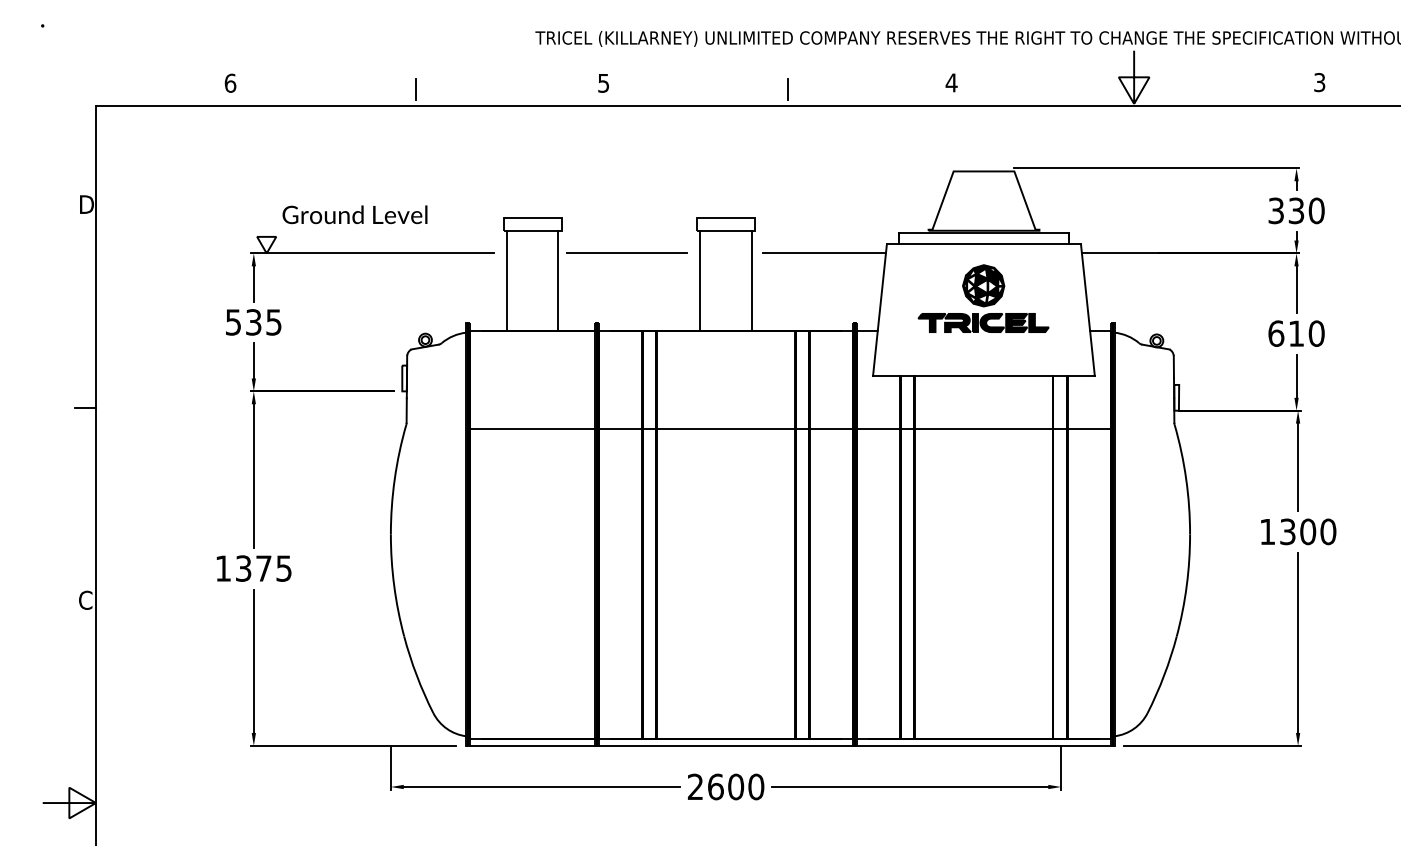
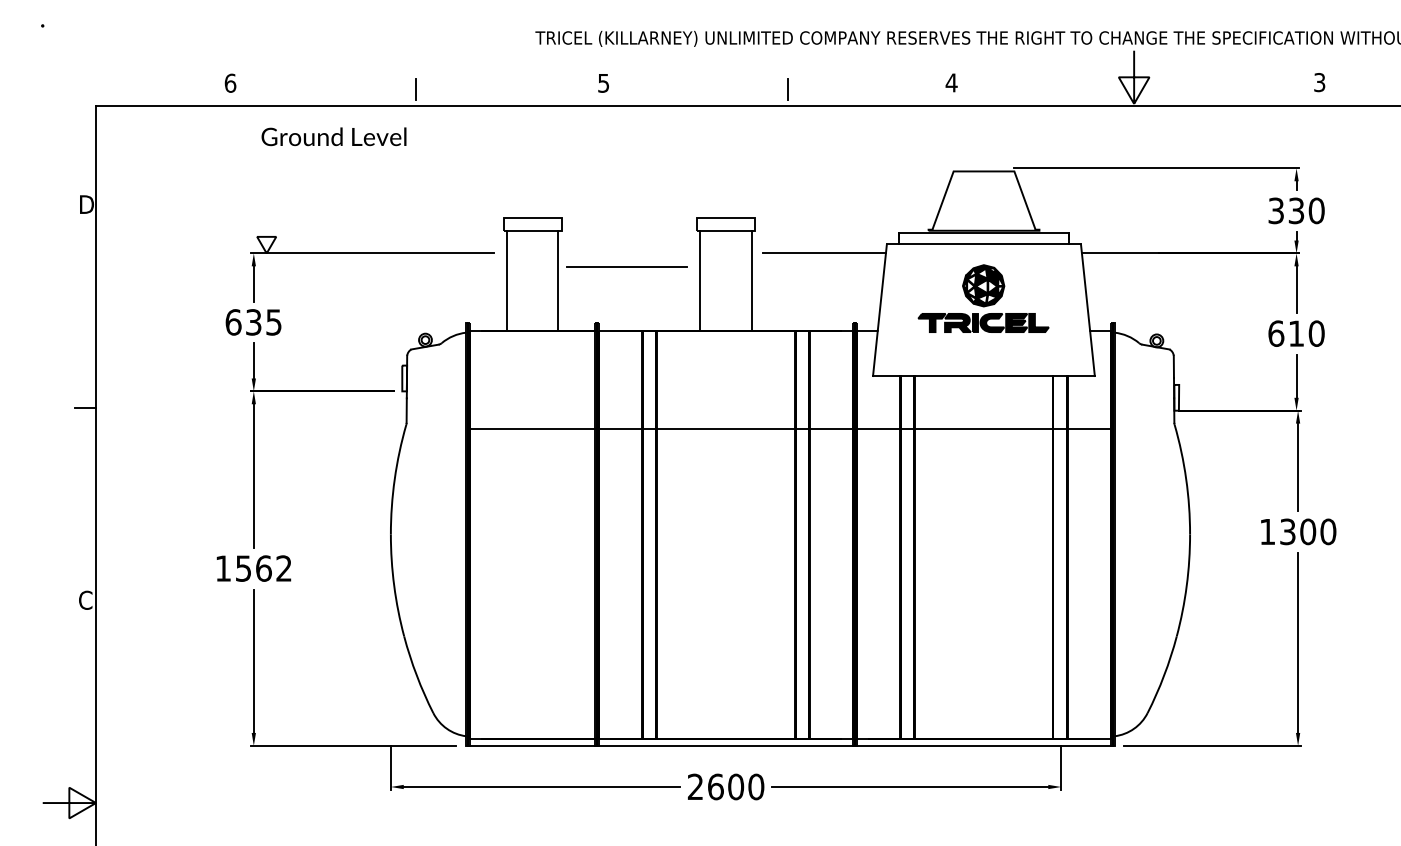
text at (354, 214) position: (354, 214) -> (333, 136)
line at (626, 252) position: (626, 252) -> (626, 266)
text at (233, 322): 535 -> 635
text at (263, 568): 1375 -> 1562
